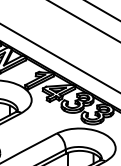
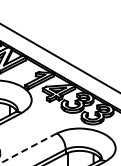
line at (102, 10): present -> none
line at (83, 21): present -> none
arc at (27, 148): solid -> dashed
